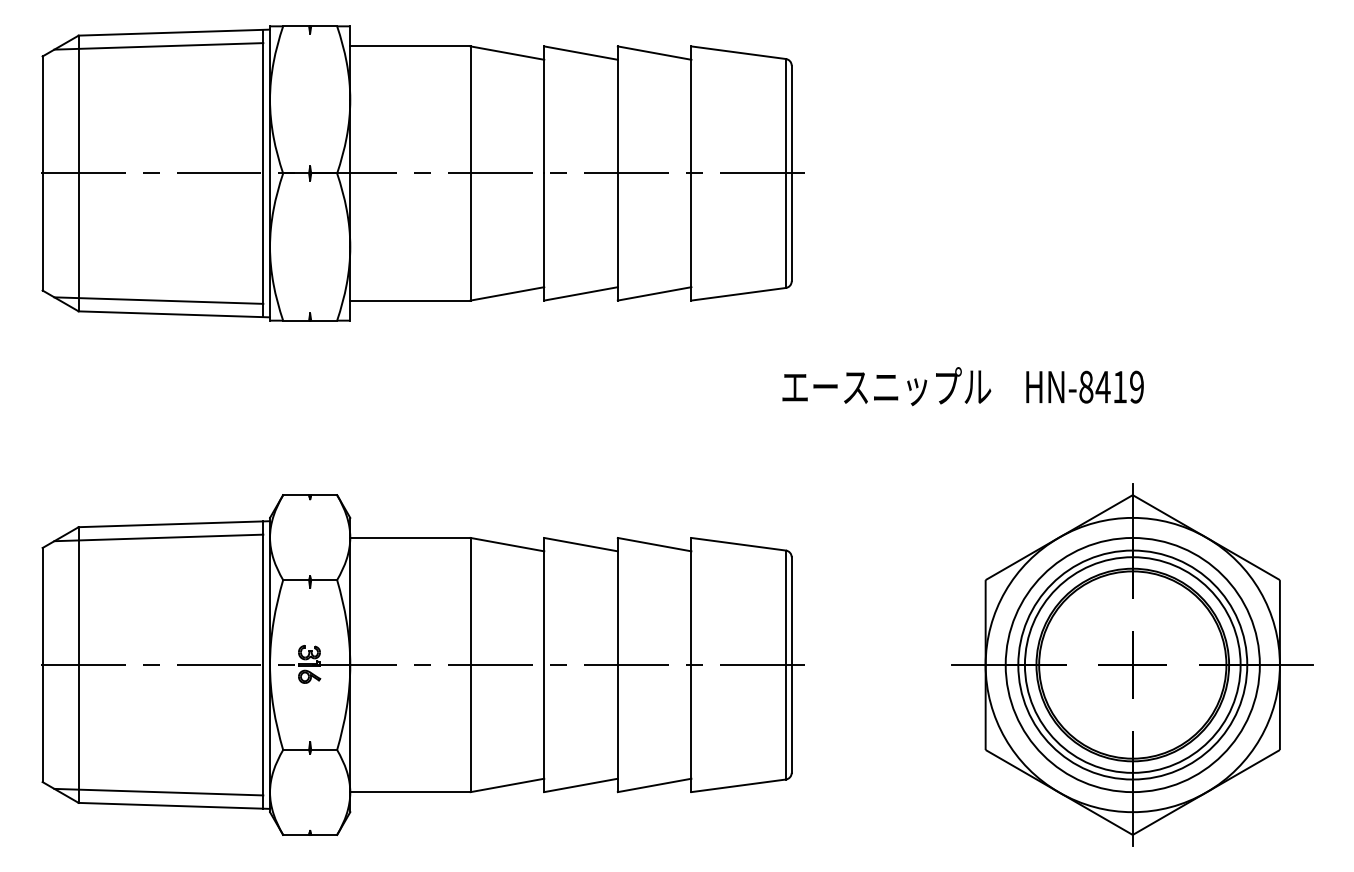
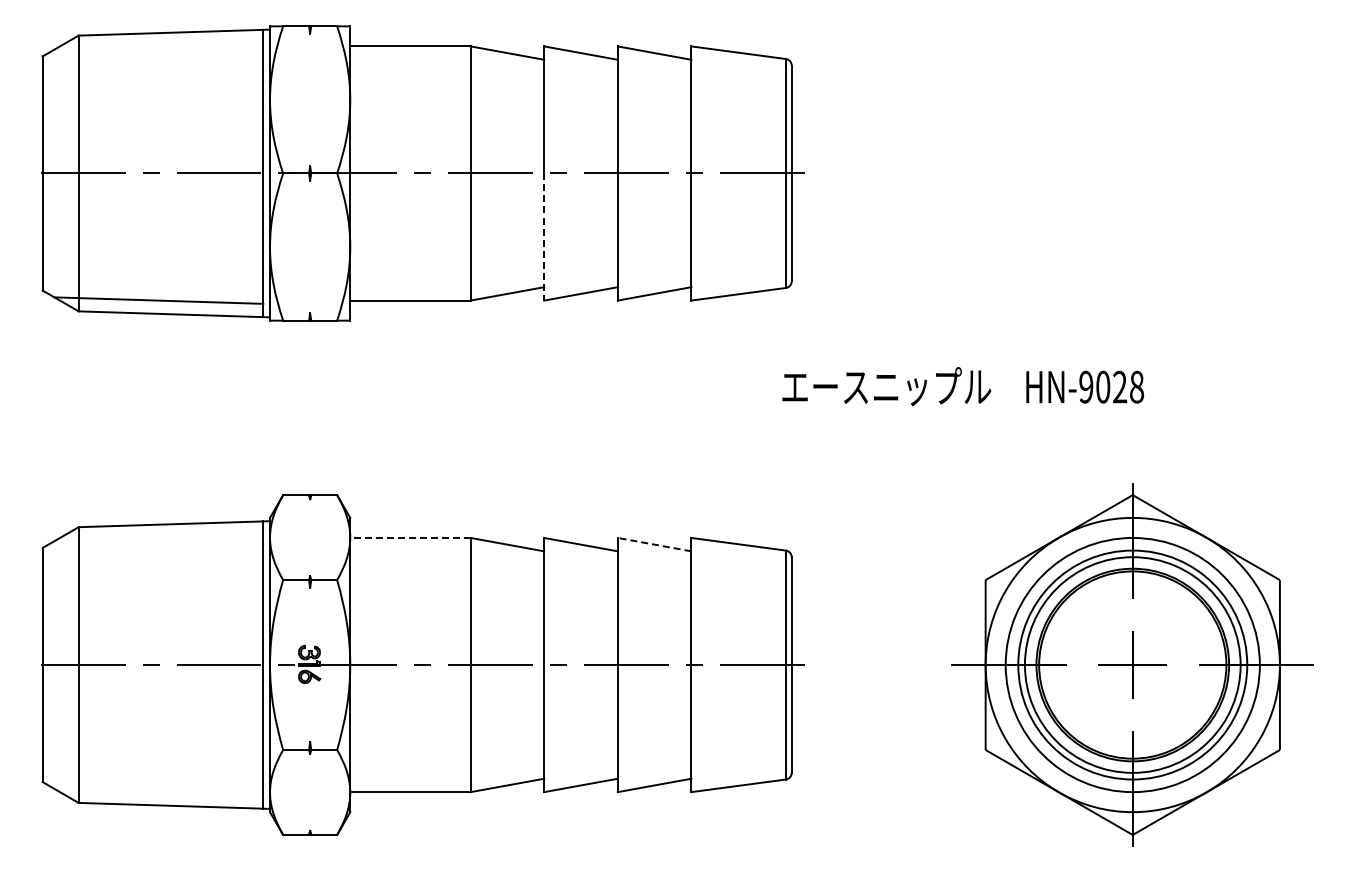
line at (158, 46): present -> none
line at (544, 237): solid -> dashed
text at (1111, 386): HN-8419 -> HN-9028
line at (158, 537): present -> none
line at (409, 537): solid -> dashed
line at (654, 544): solid -> dashed
line at (158, 791): present -> none
